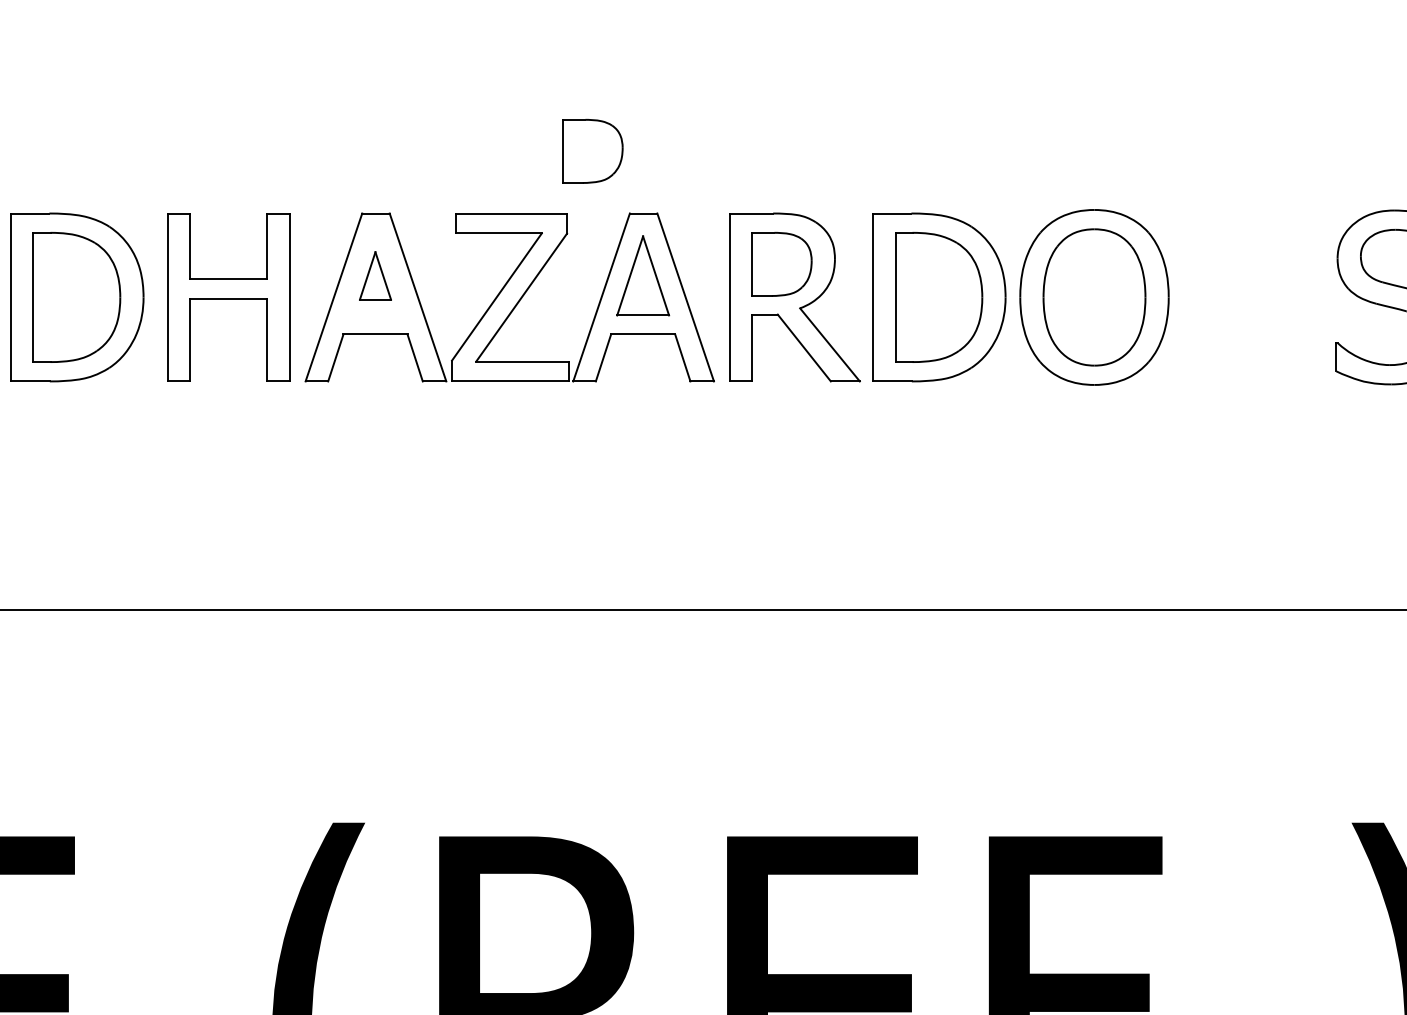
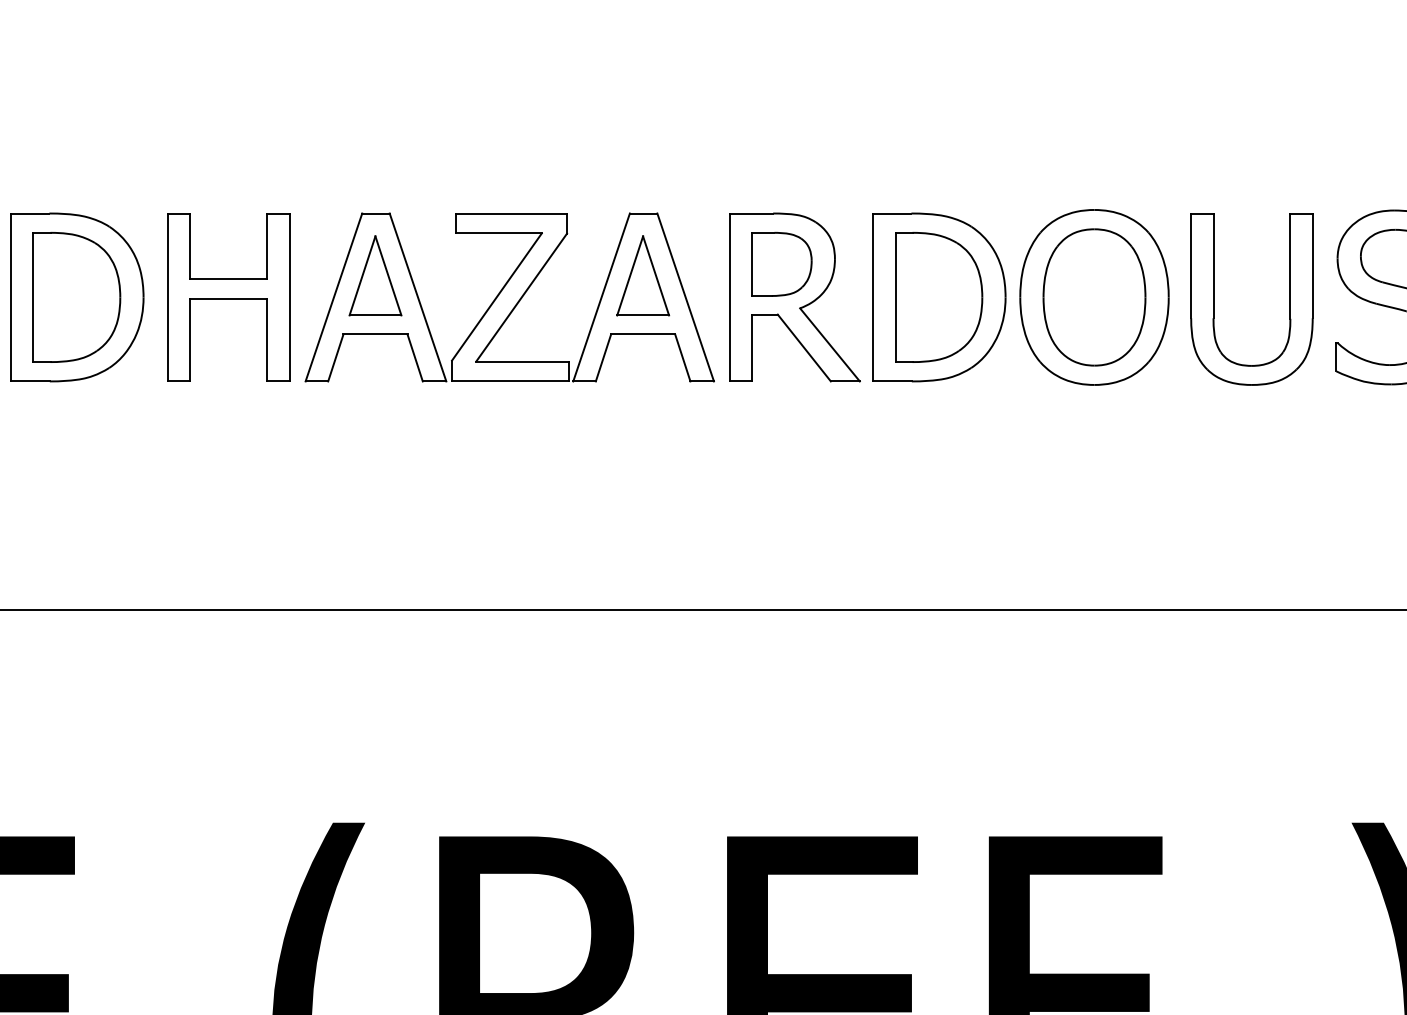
part at (592, 150): present -> none
part at (375, 275) size: 33x50 px -> 55x82 px
part at (1214, 299): none -> present
